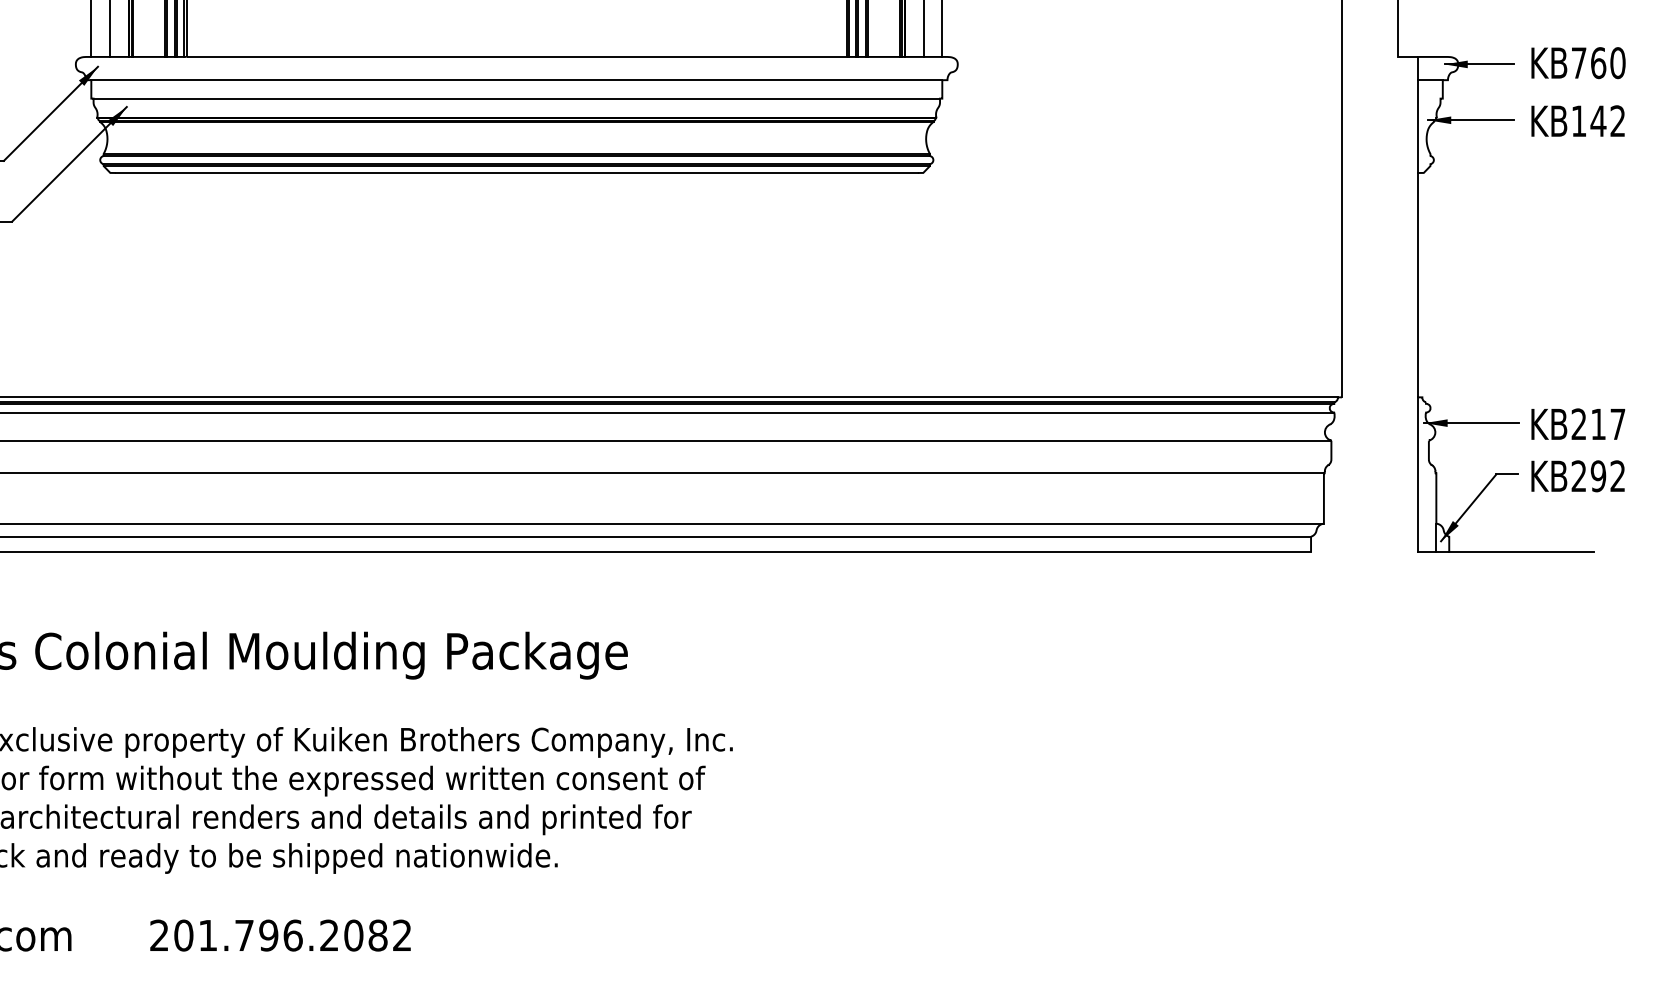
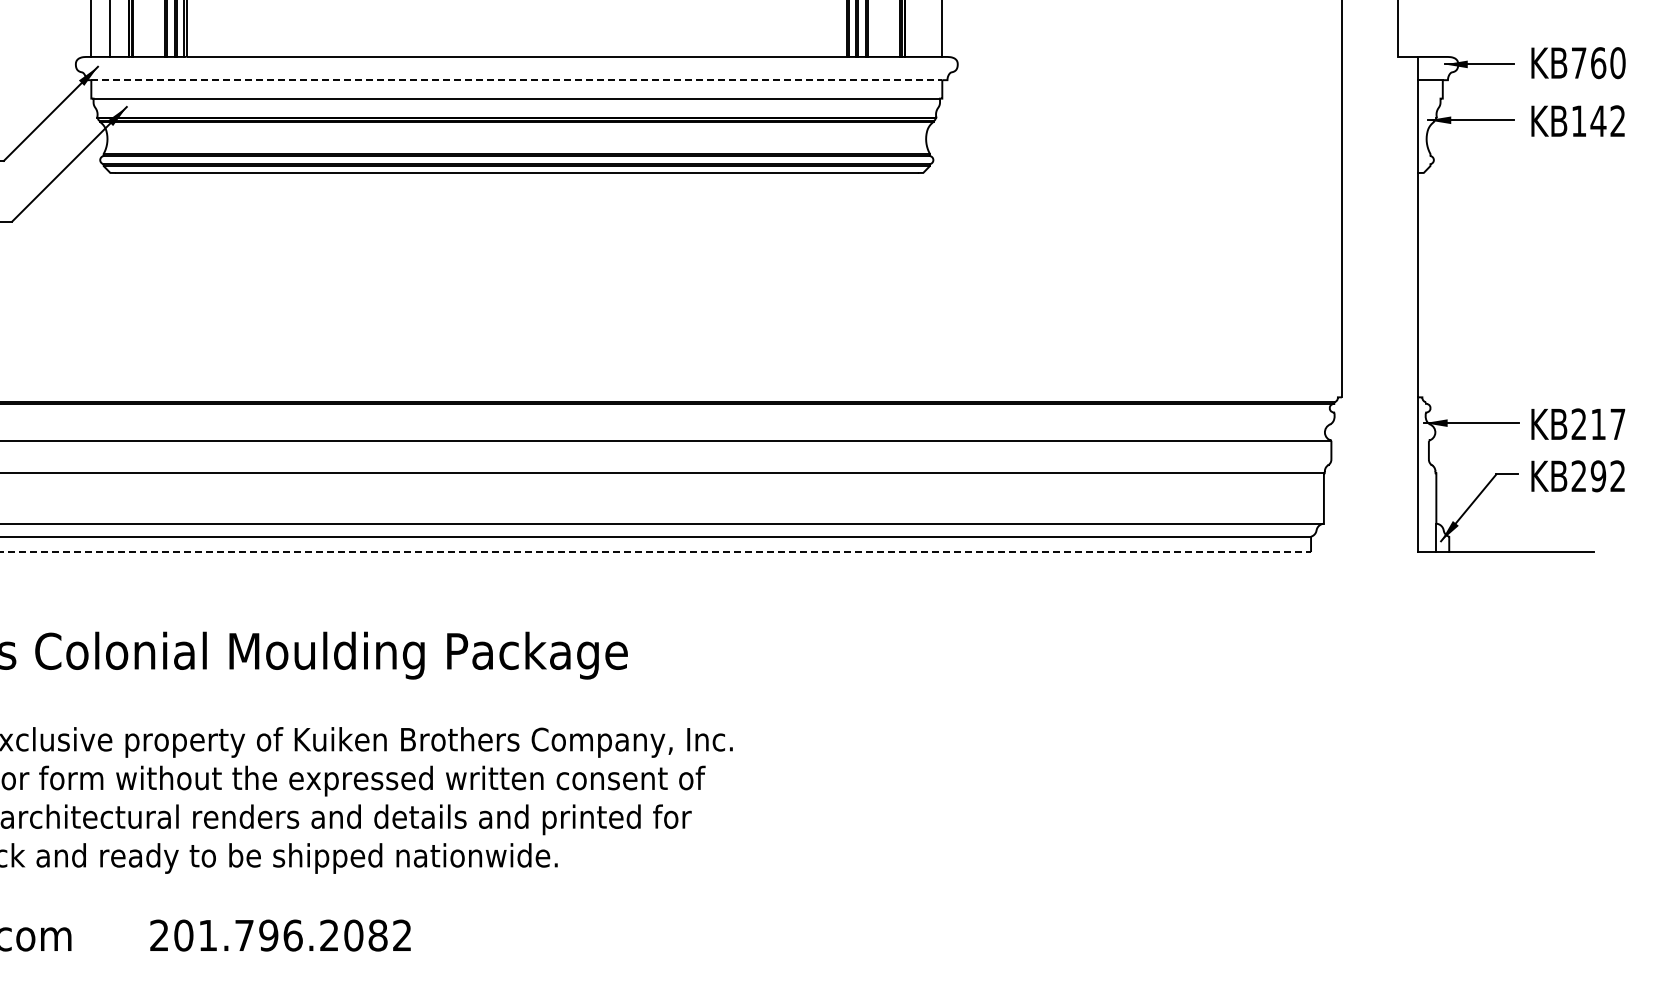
line at (923, 29): present -> none
line at (517, 80): solid -> dashed
line at (669, 397): present -> none
line at (668, 412): present -> none
line at (656, 552): solid -> dashed
